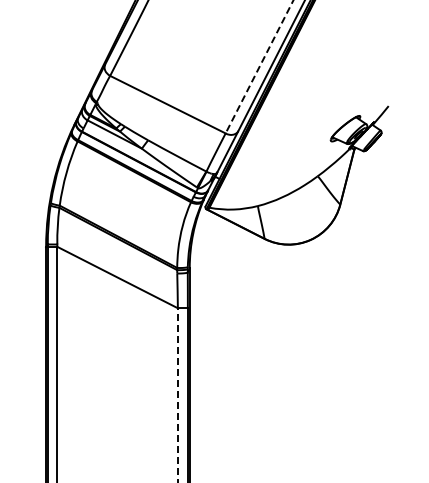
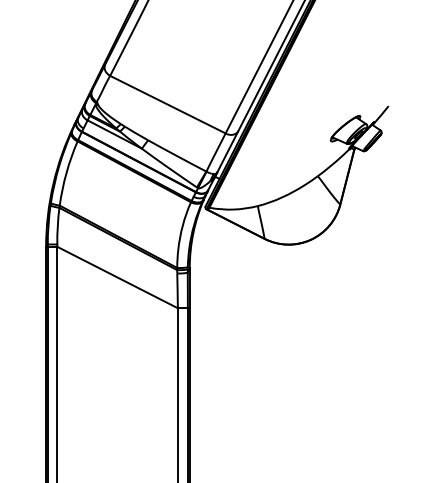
line at (259, 67): dashed -> solid
line at (177, 395): dashed -> solid
